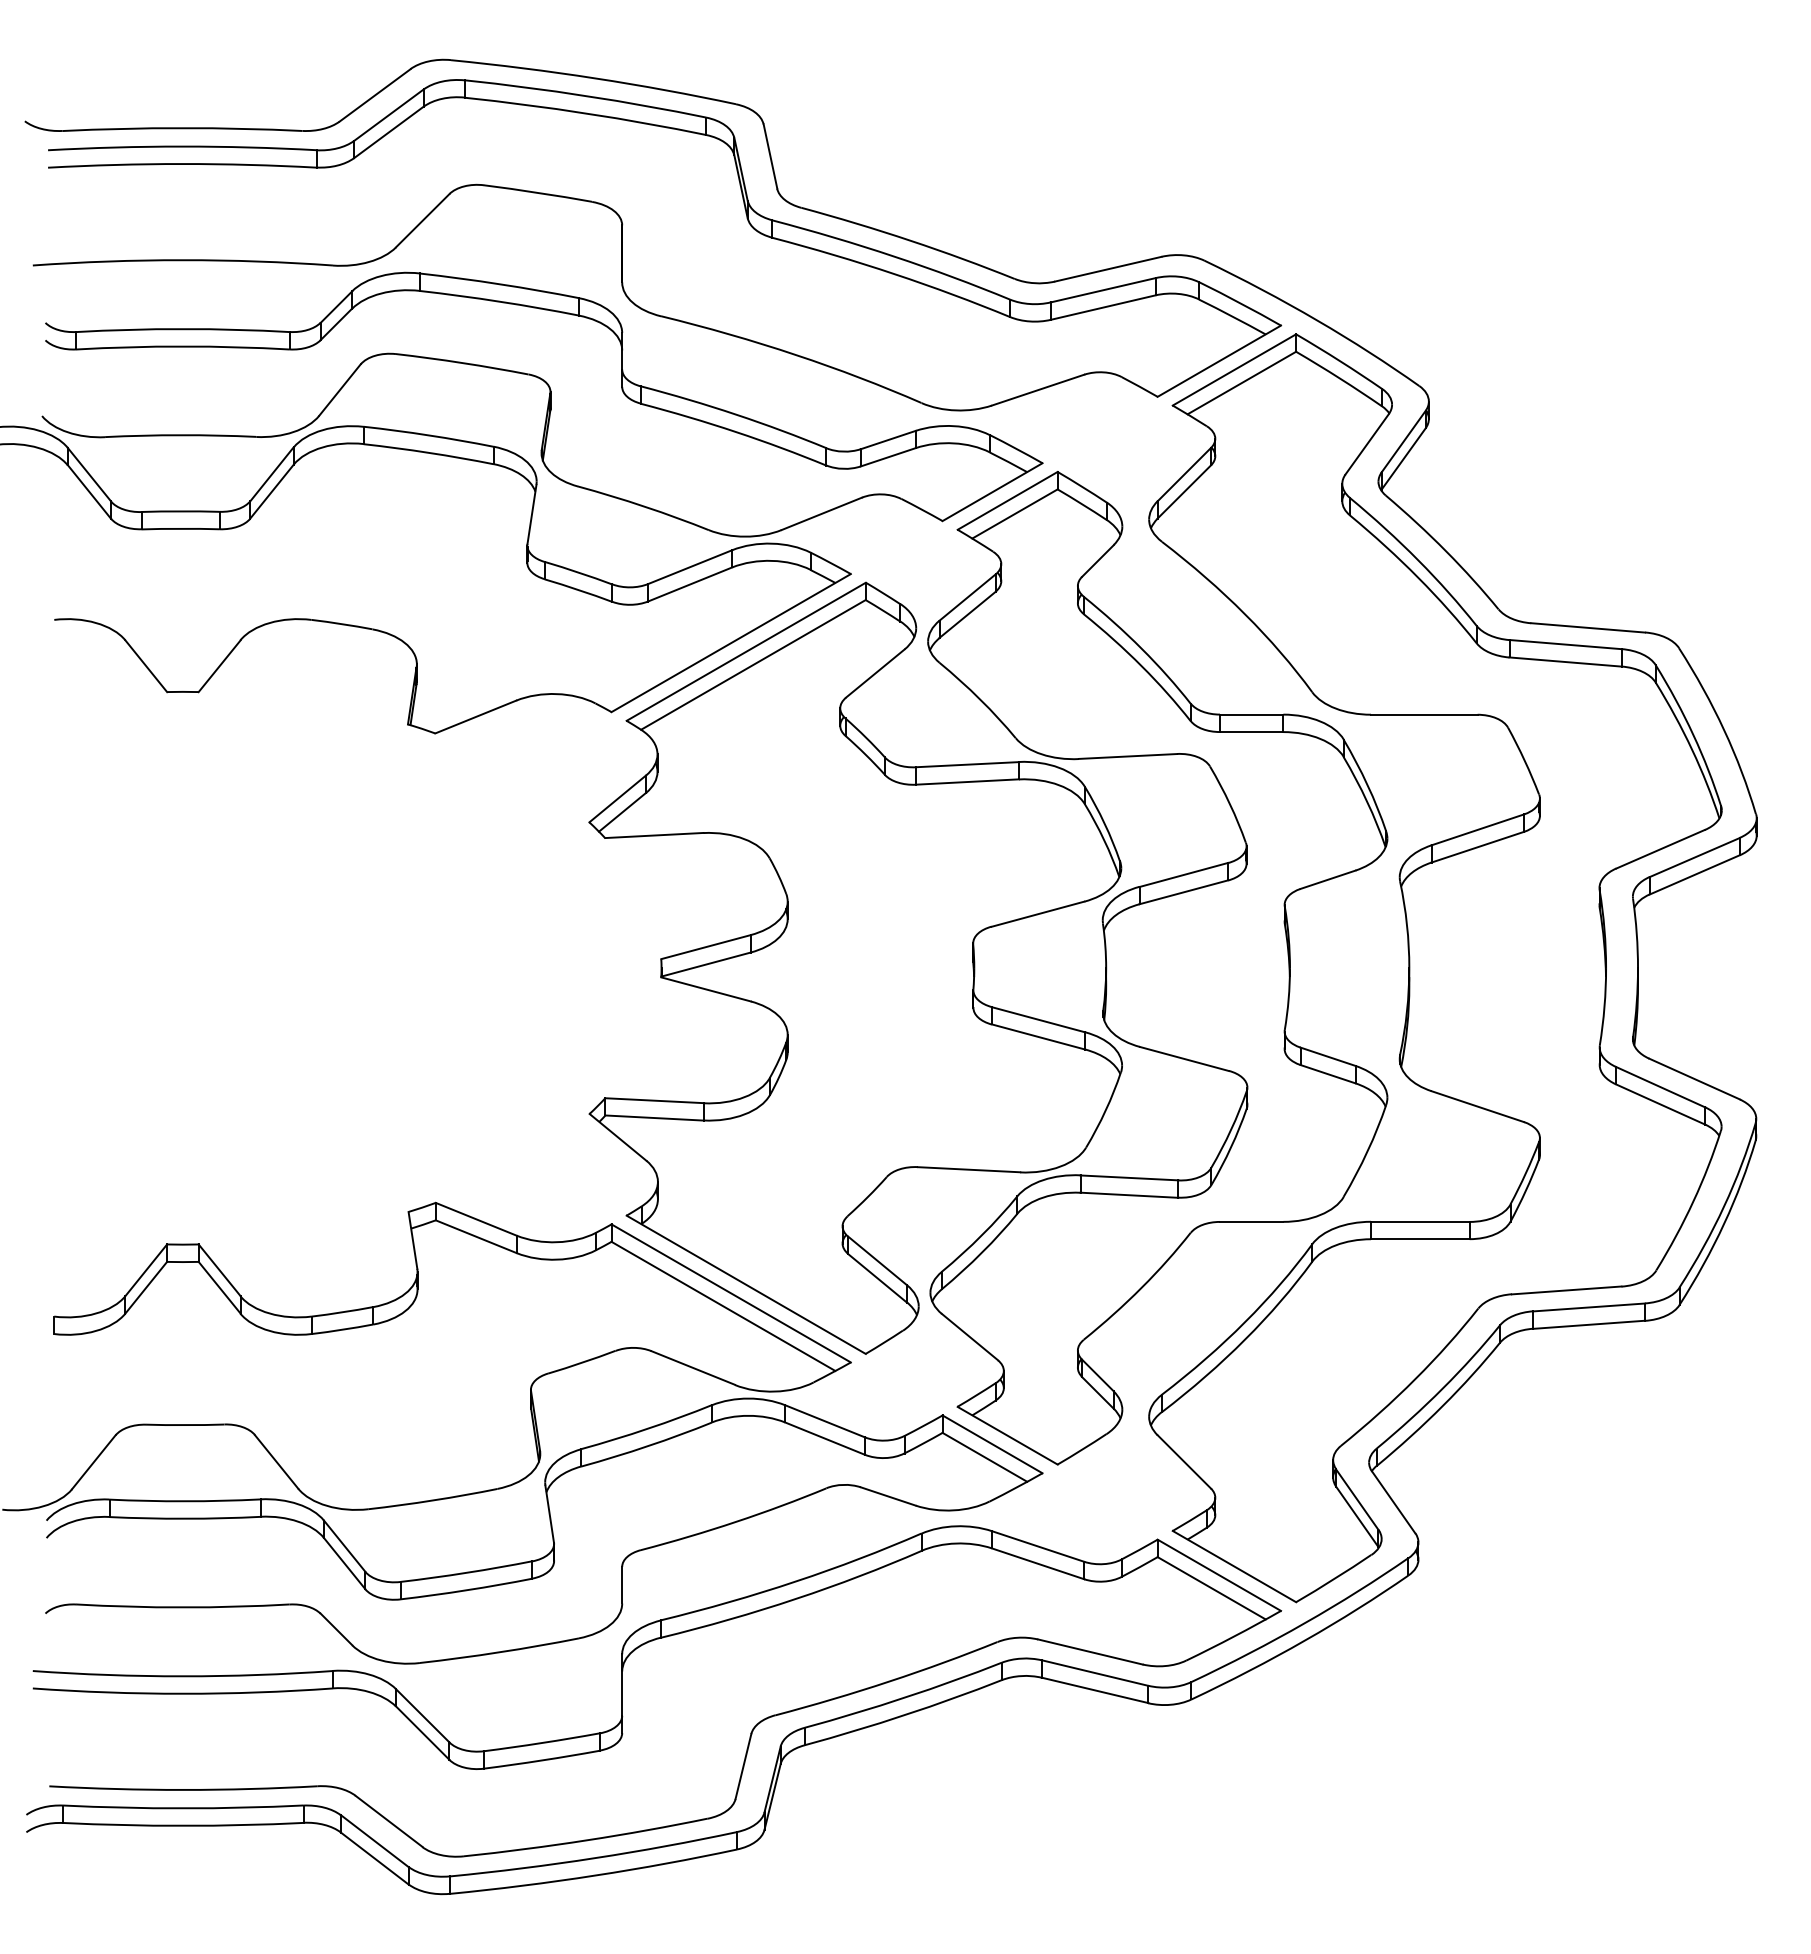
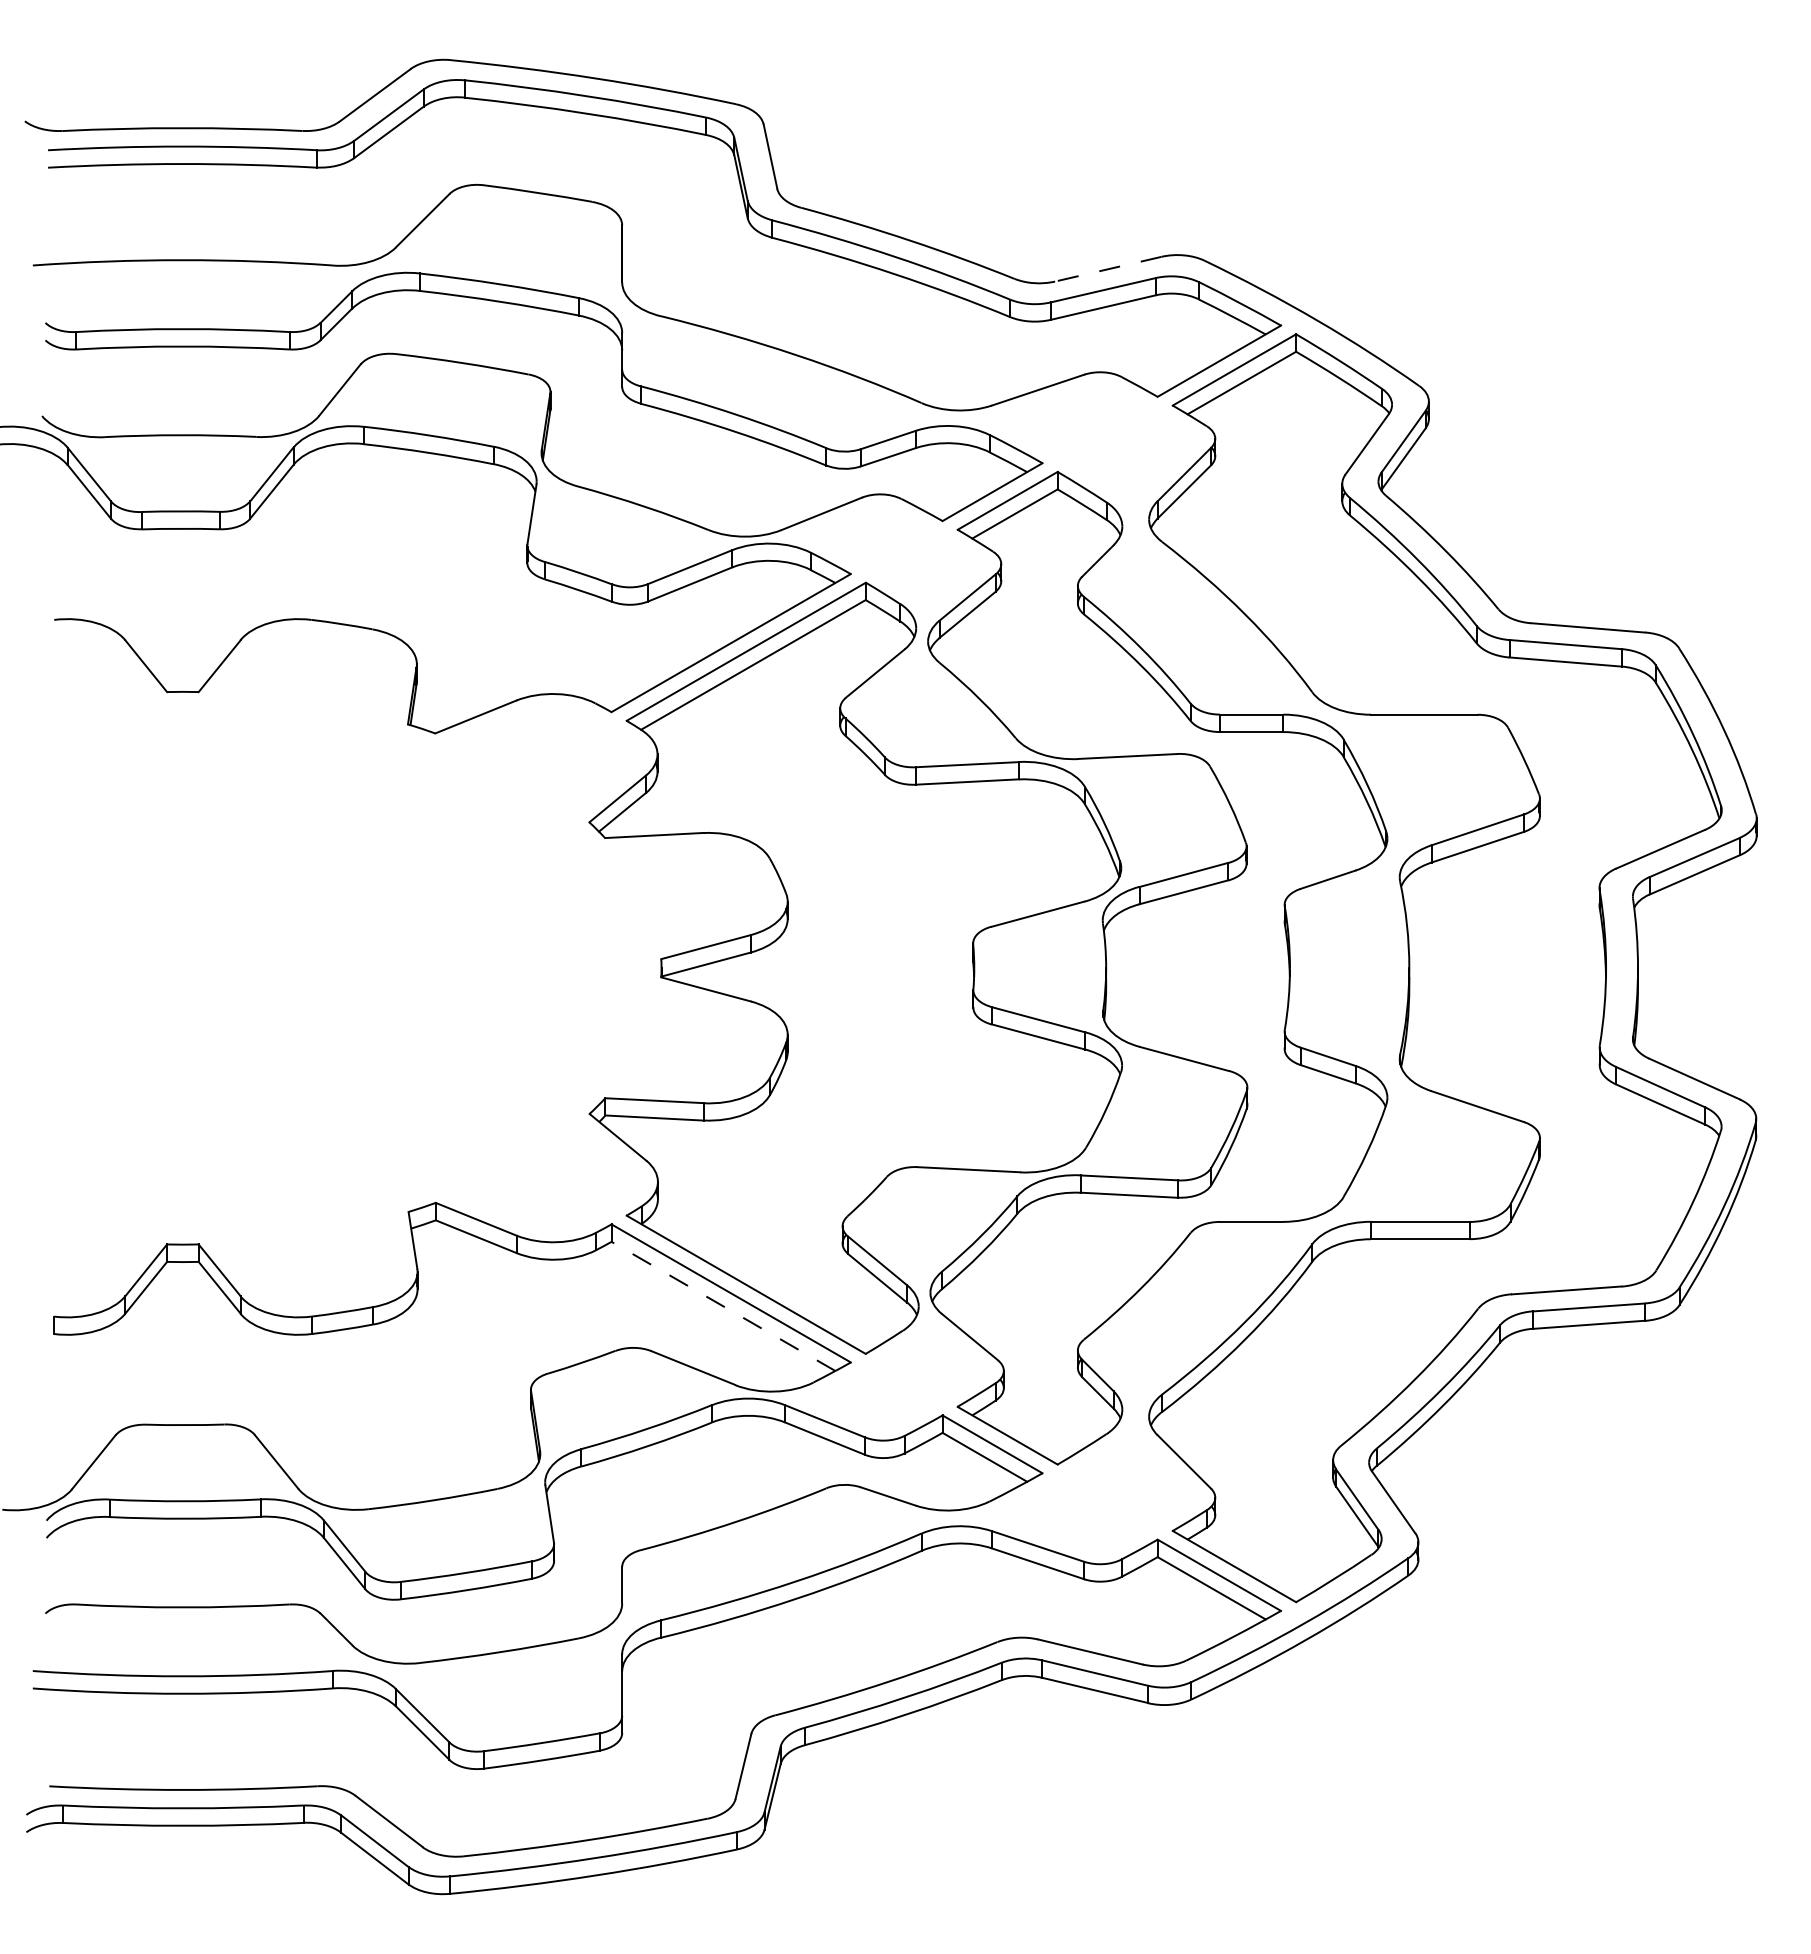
line at (1108, 269): solid -> dashed
line at (723, 1306): solid -> dashed
